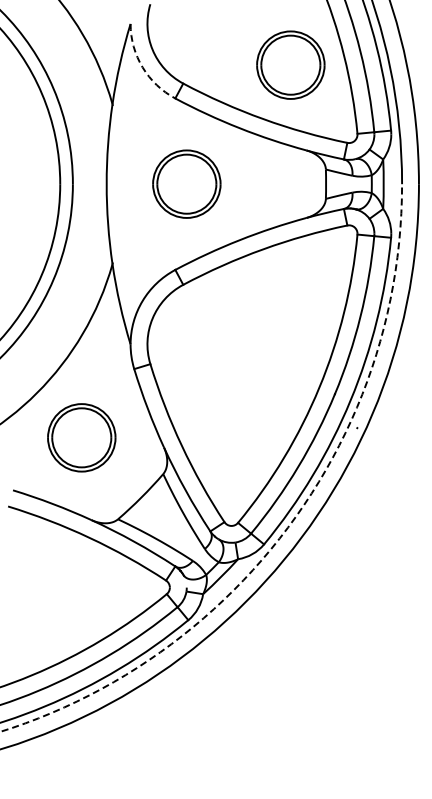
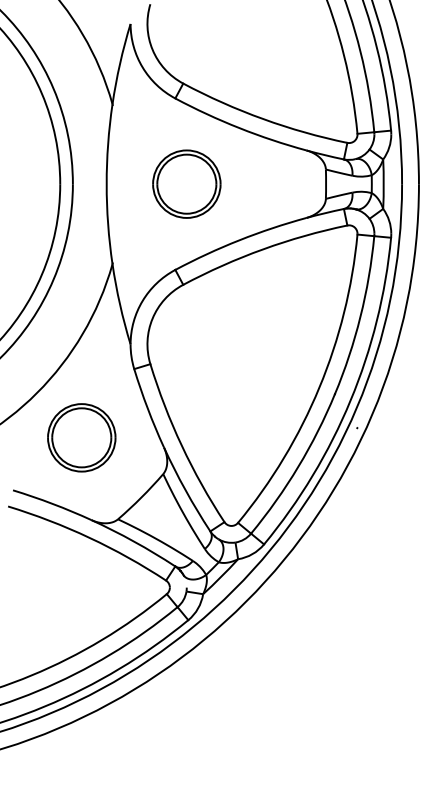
part at (290, 64): present -> none
arc at (142, 67): dashed -> solid
arc at (292, 522): dashed -> solid
